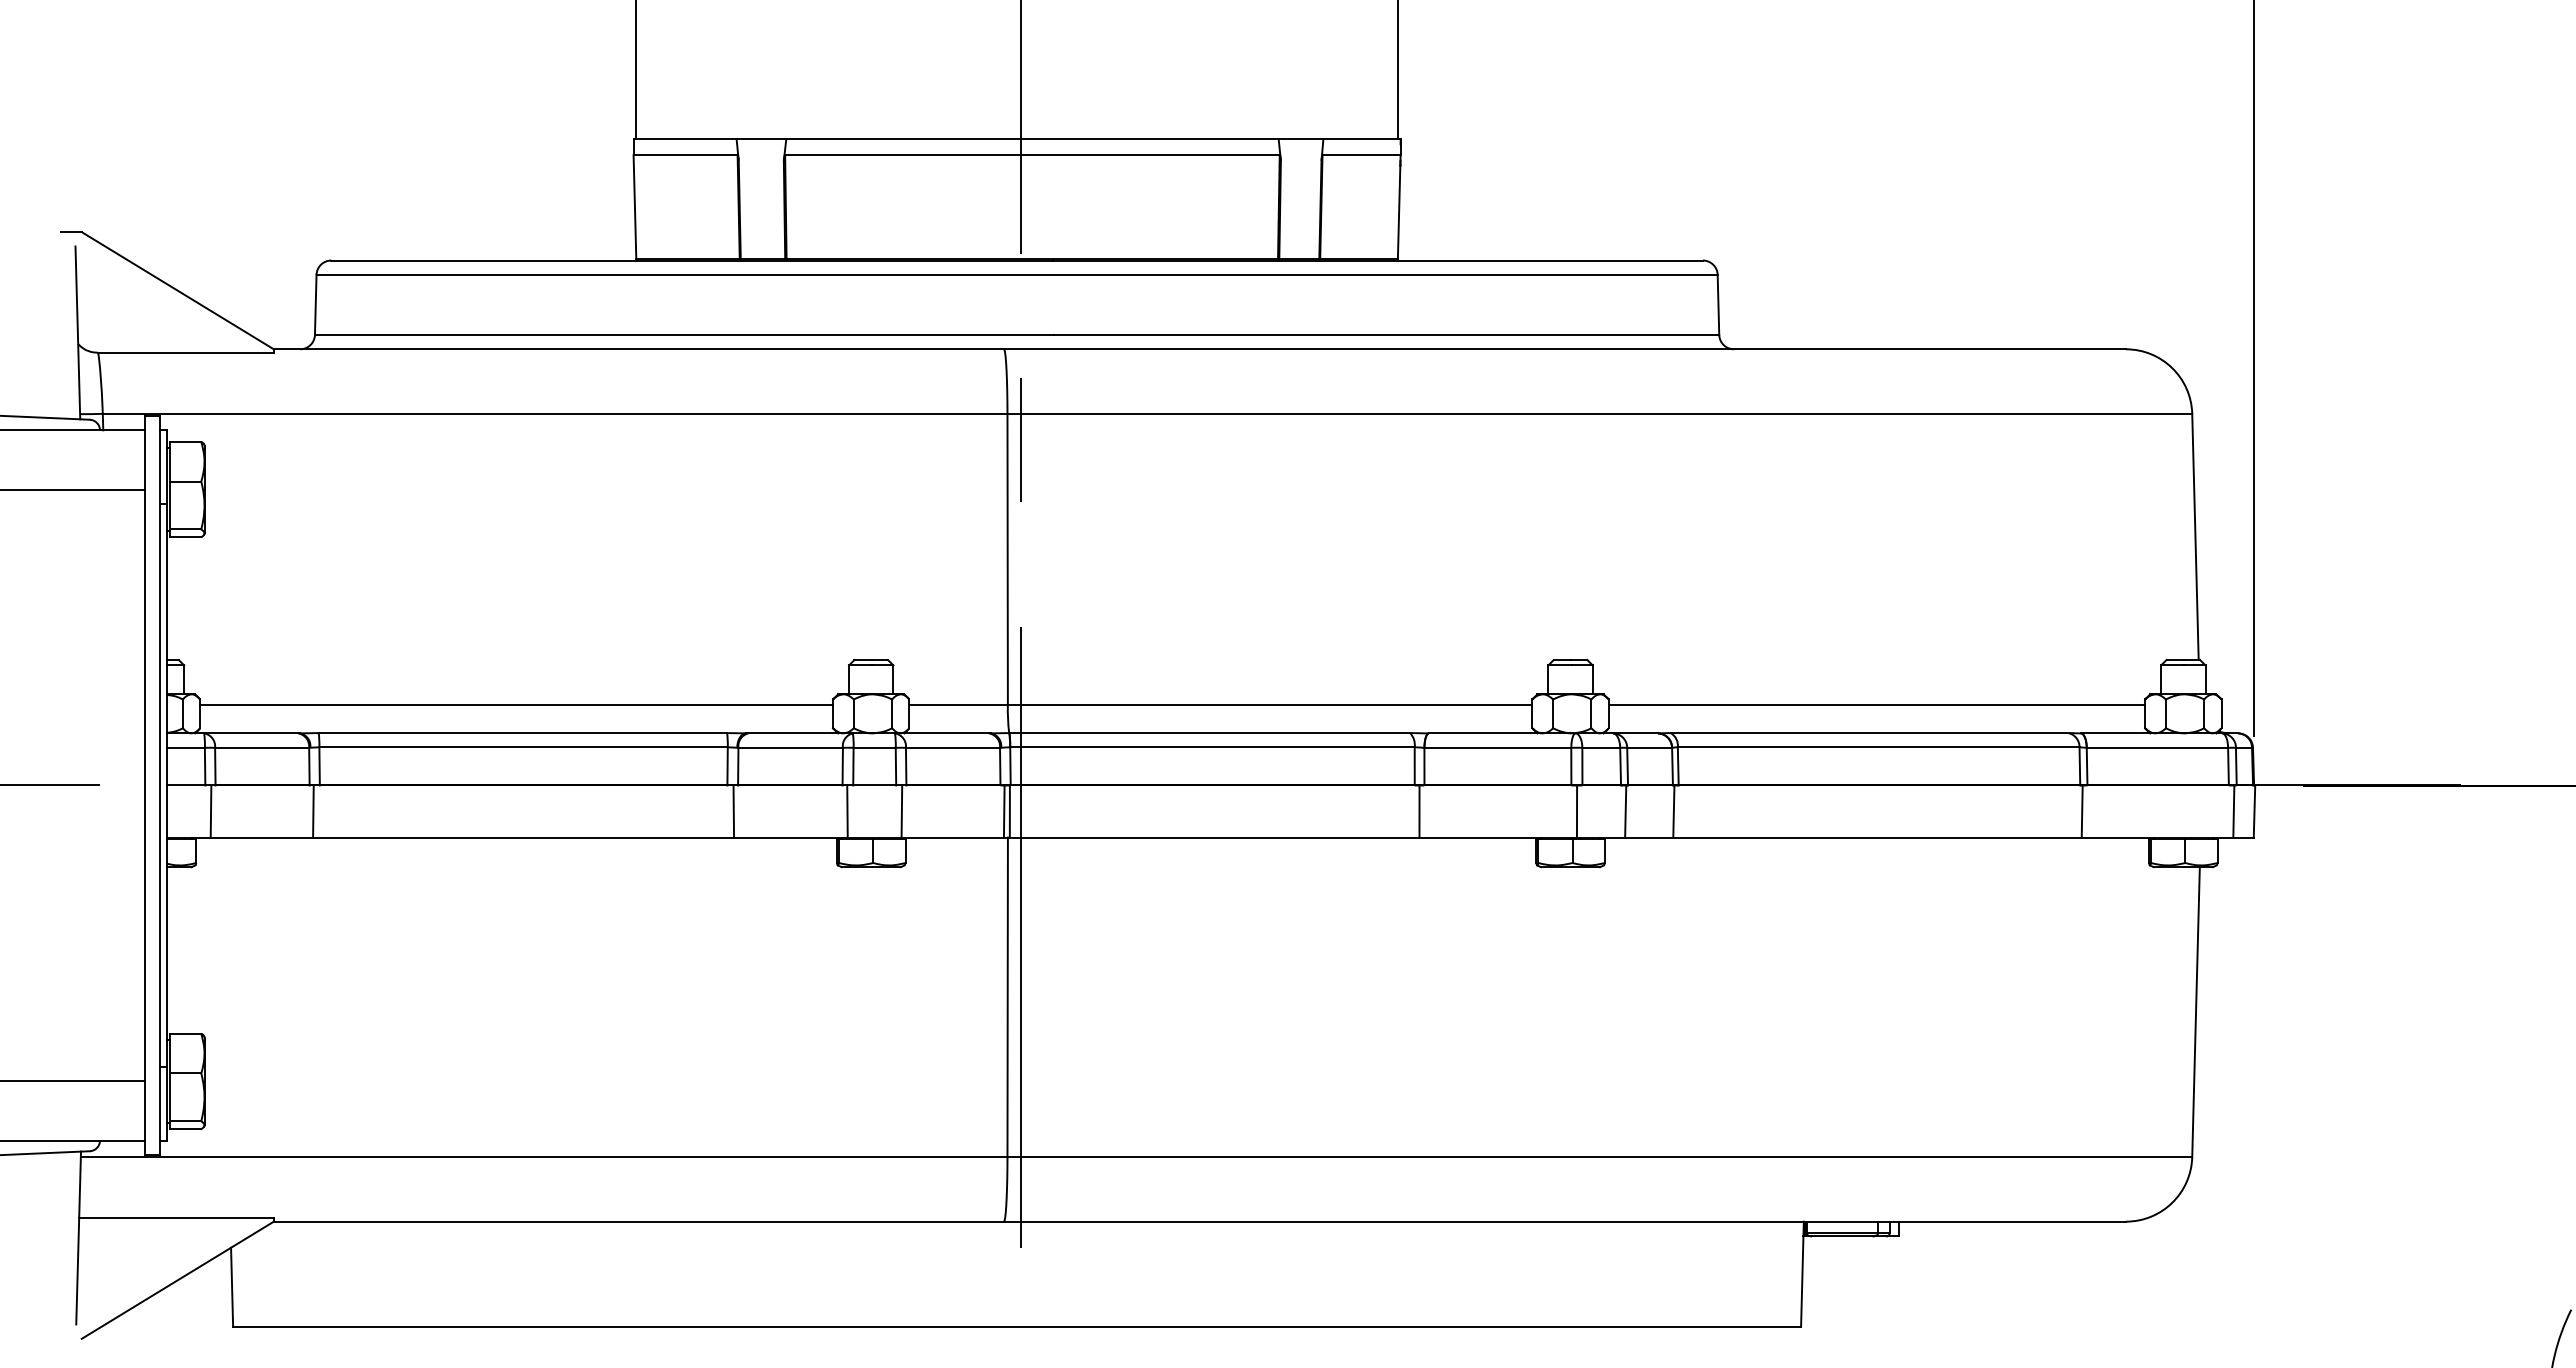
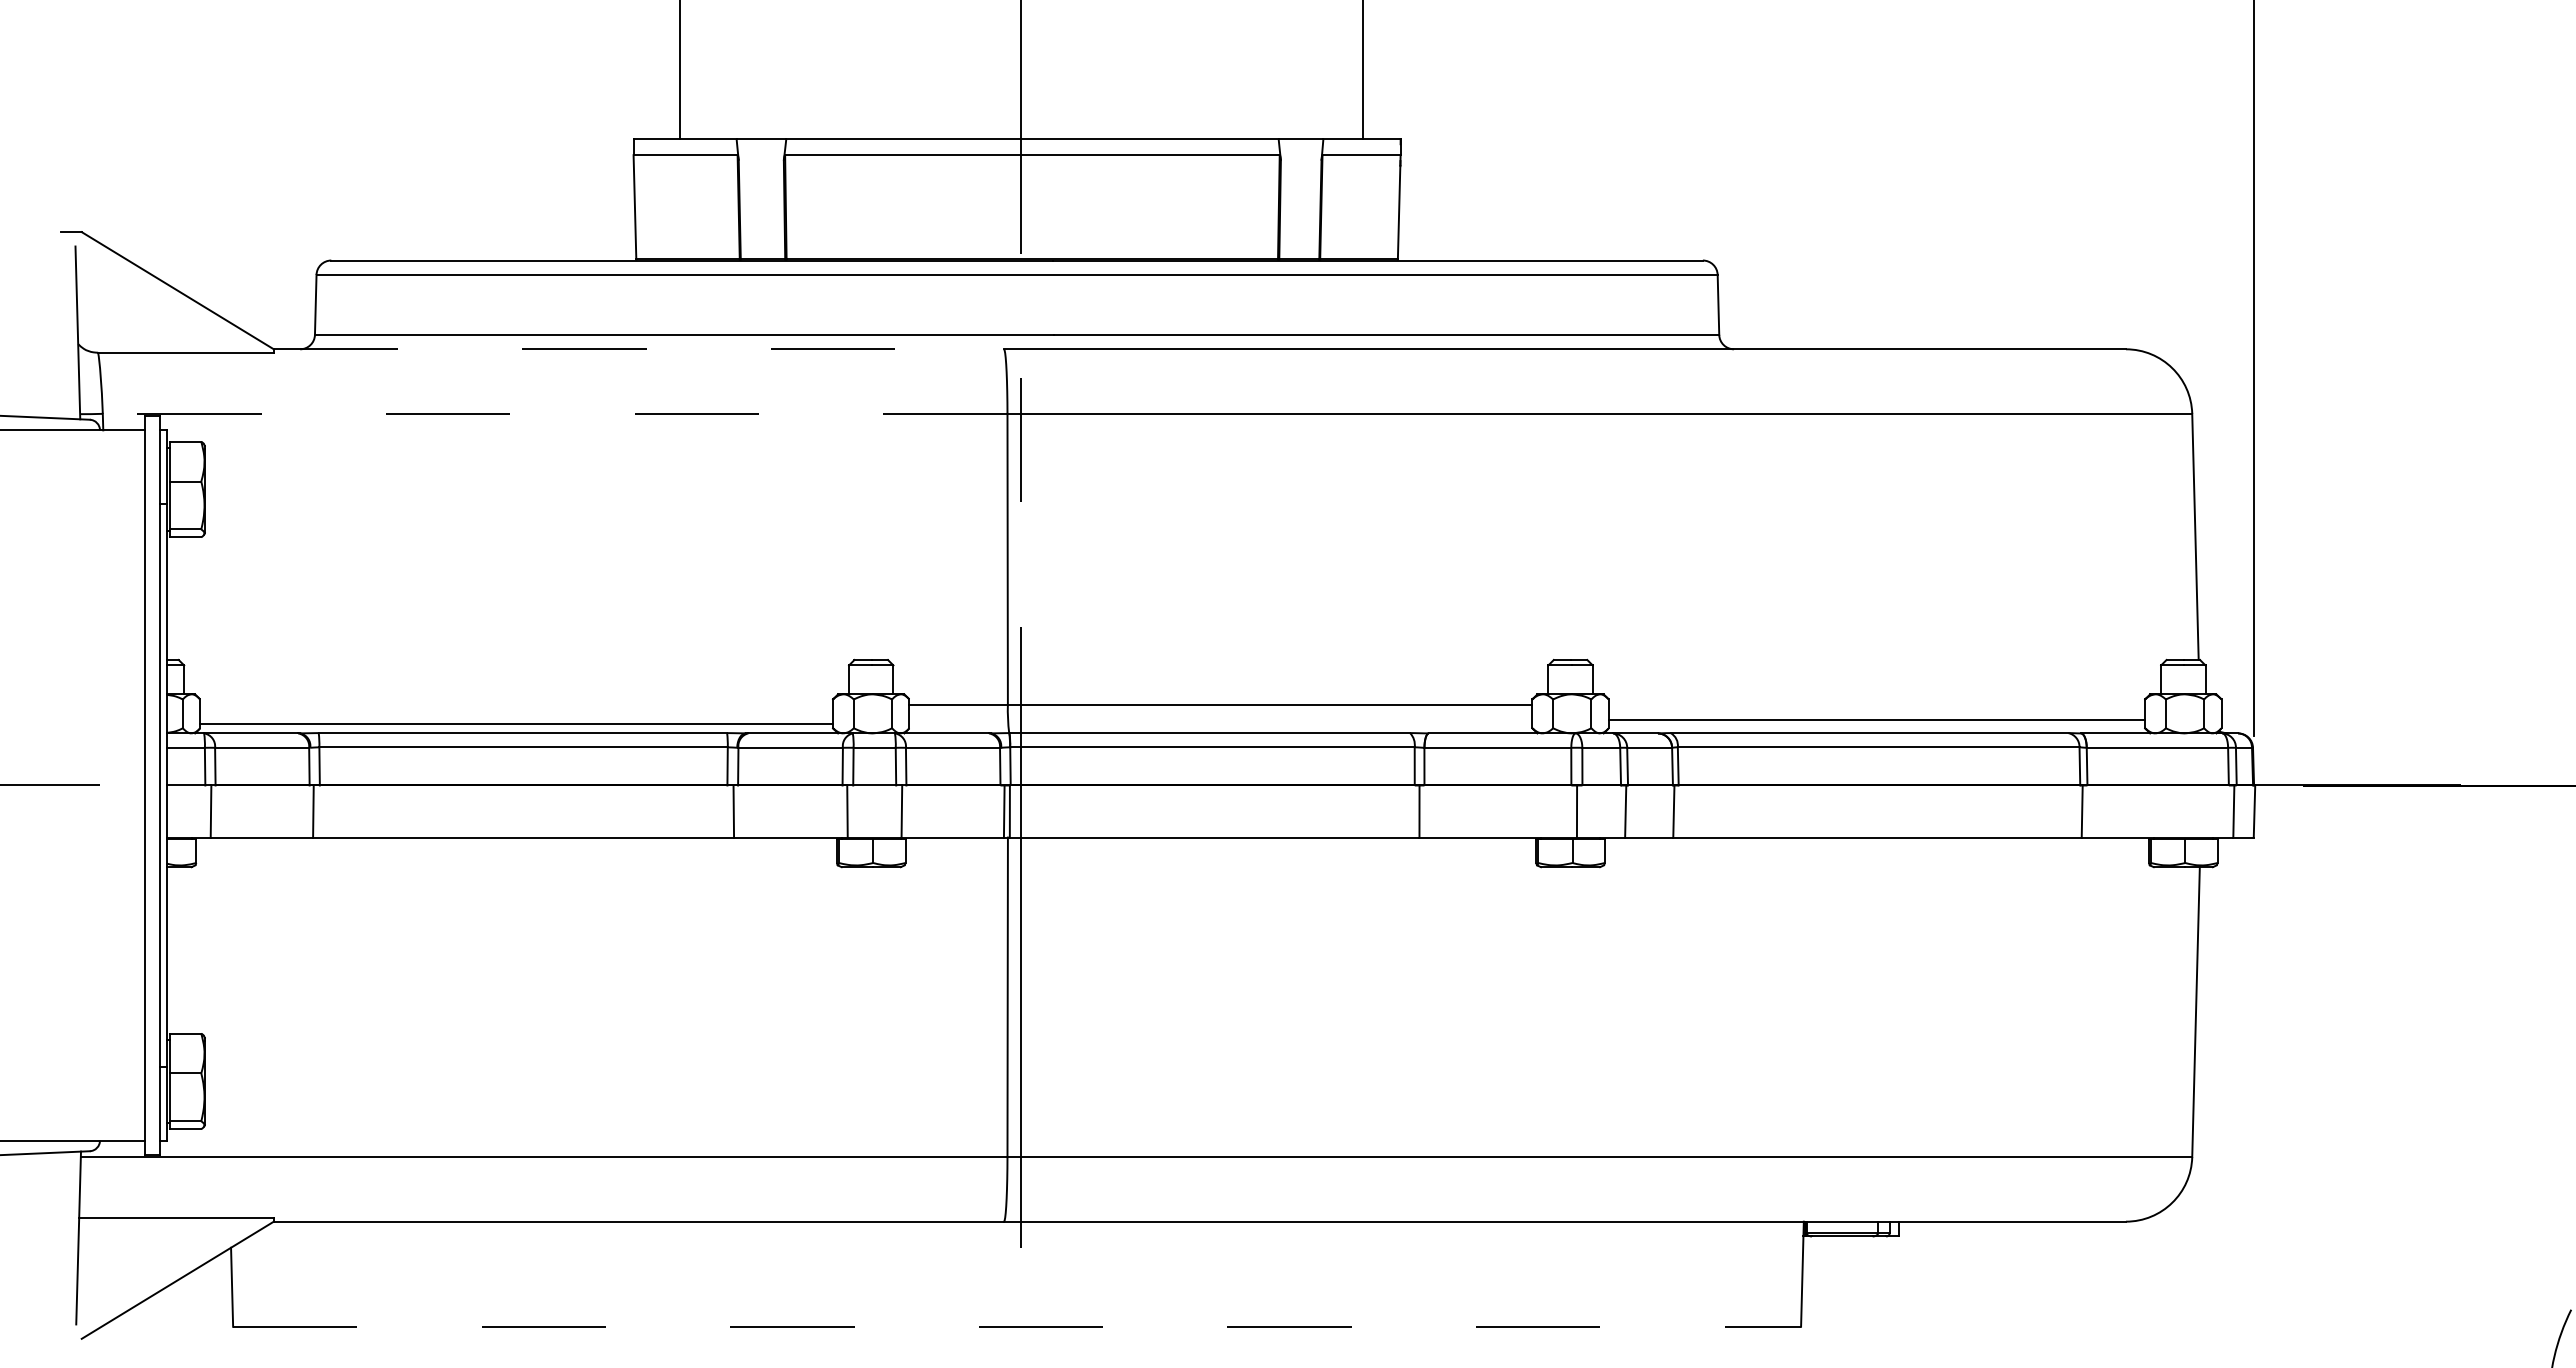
line at (636, 70) position: (636, 70) -> (680, 70)
line at (1397, 70) position: (1397, 70) -> (1362, 70)
line at (639, 349): solid -> dashed
line at (554, 413): solid -> dashed
line at (73, 489): present -> none
line at (516, 704) position: (516, 704) -> (516, 723)
line at (1876, 704) position: (1876, 704) -> (1876, 719)
line at (73, 1081): present -> none
line at (1017, 1326): solid -> dashed
